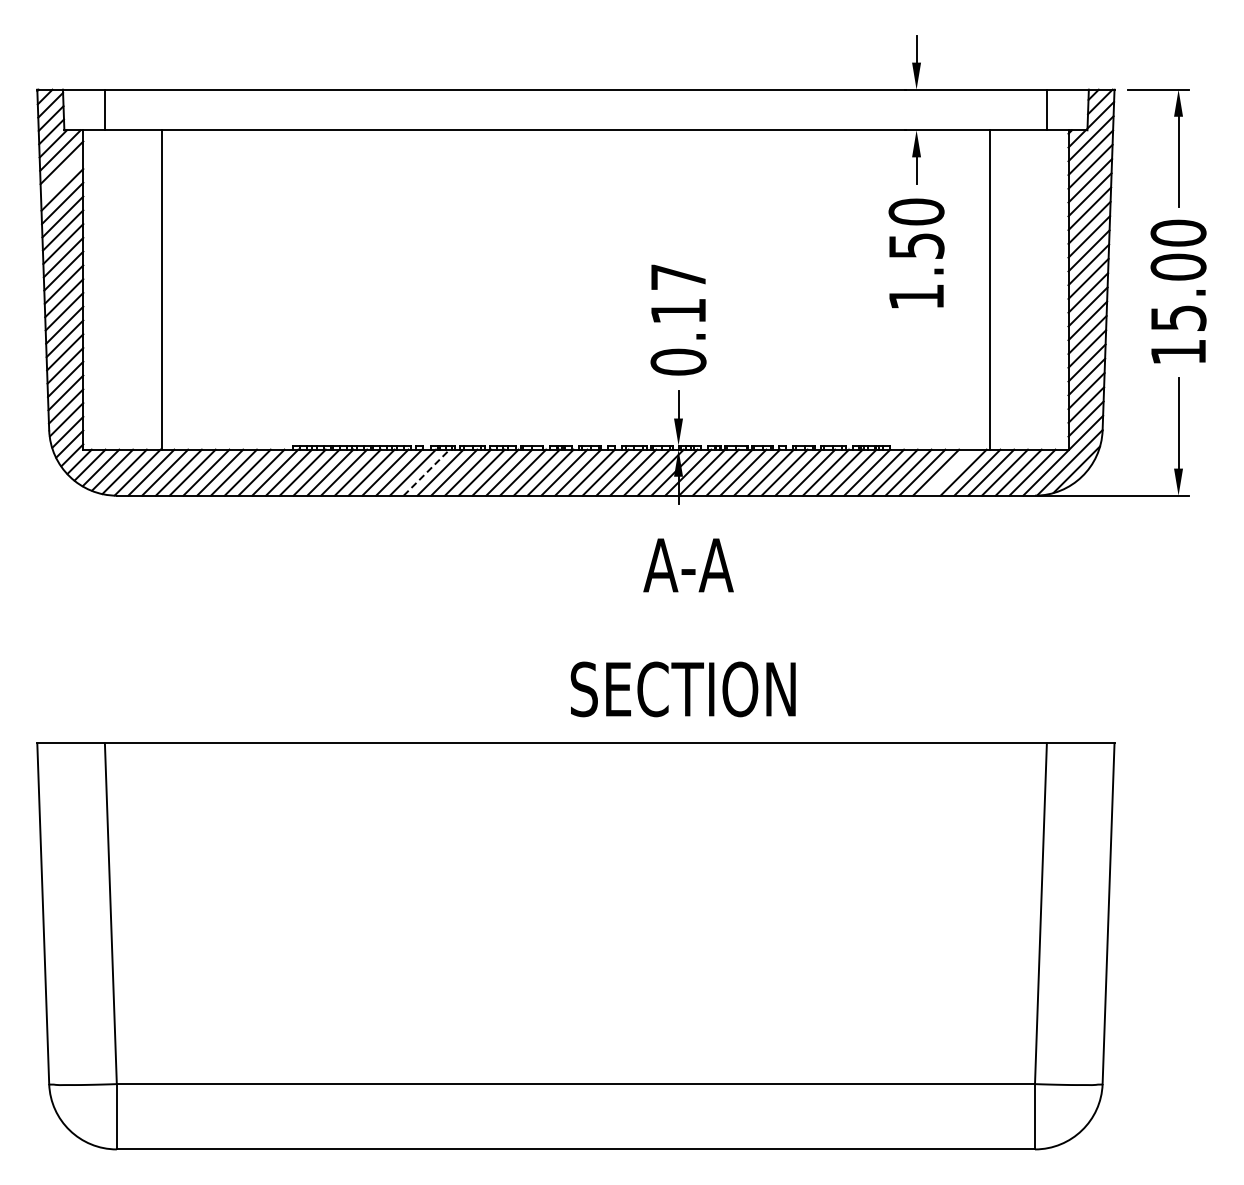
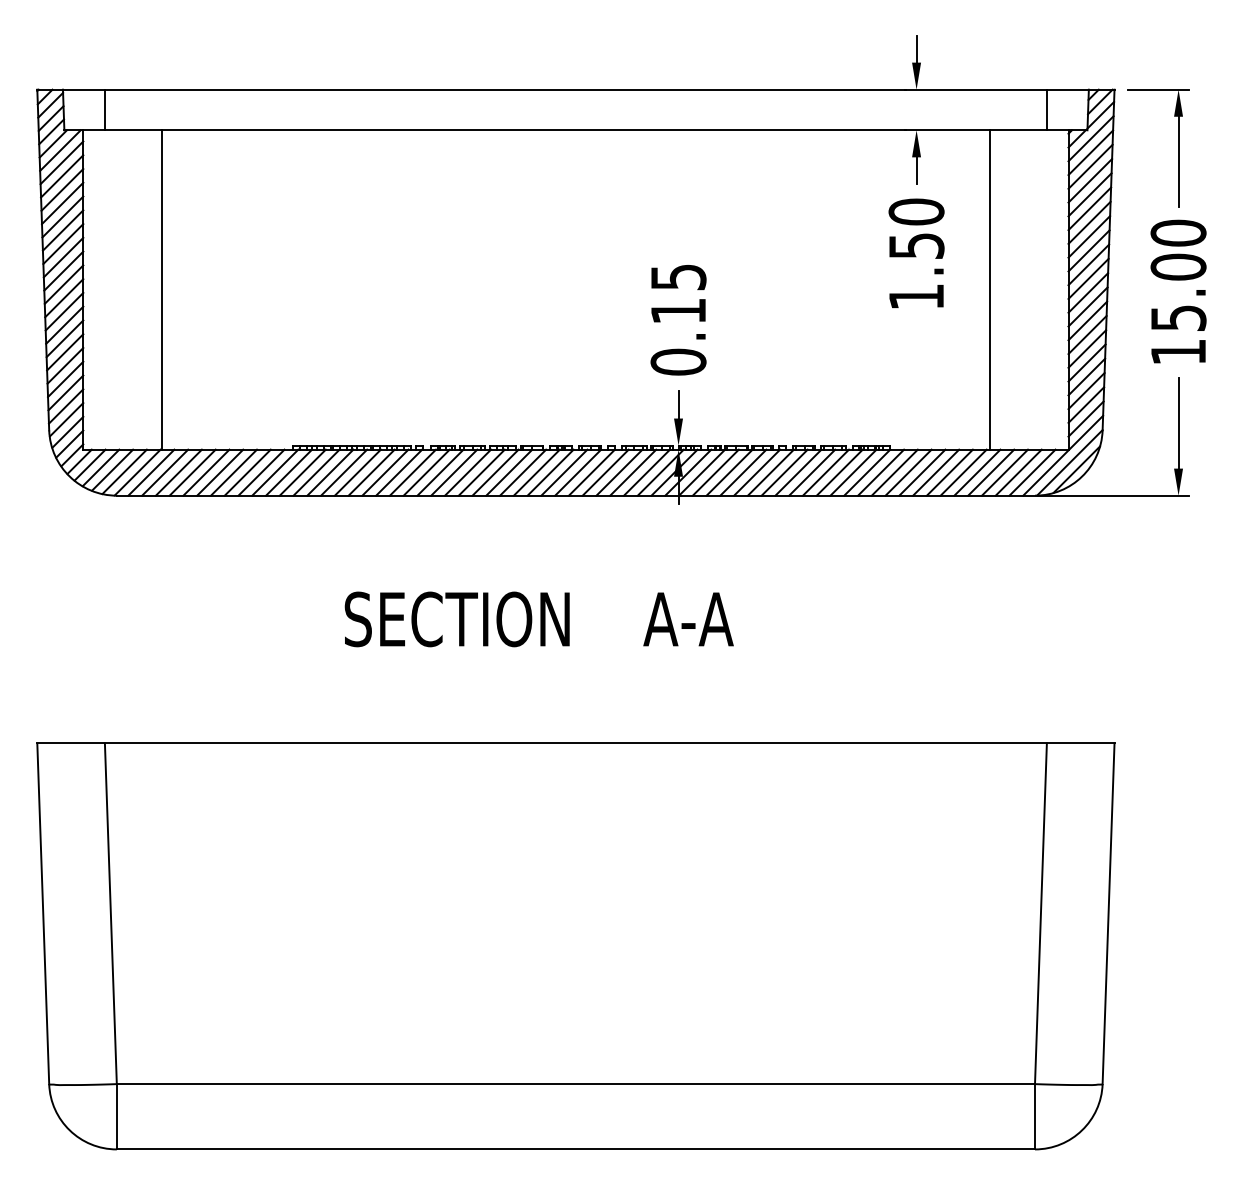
line at (62, 176): none -> present
text at (678, 277): 0.17 -> 0.15
line at (426, 472): dashed -> solid
line at (949, 472): none -> present
text at (688, 565) position: (688, 565) -> (688, 619)
text at (682, 689) position: (682, 689) -> (456, 619)
